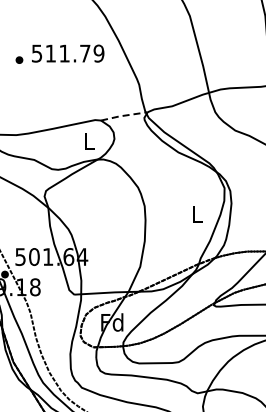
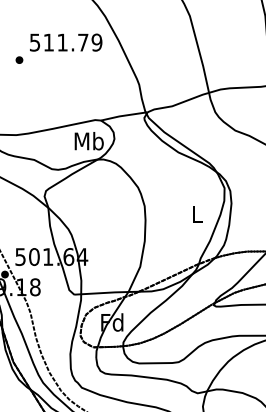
text at (68, 53) position: (68, 53) -> (66, 42)
line at (124, 115): dashed -> solid
text at (88, 141): L -> Mb
